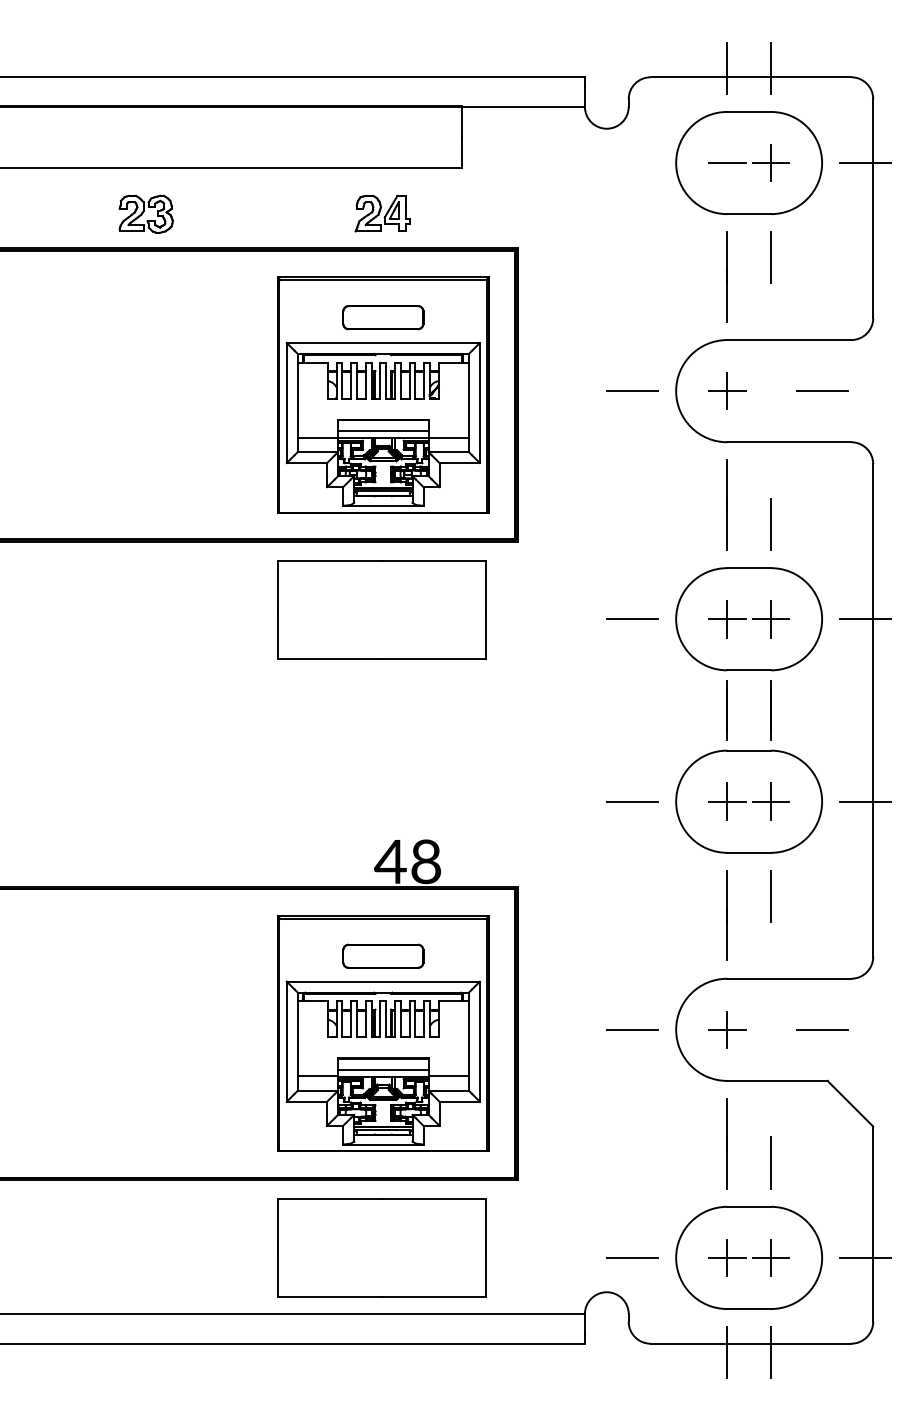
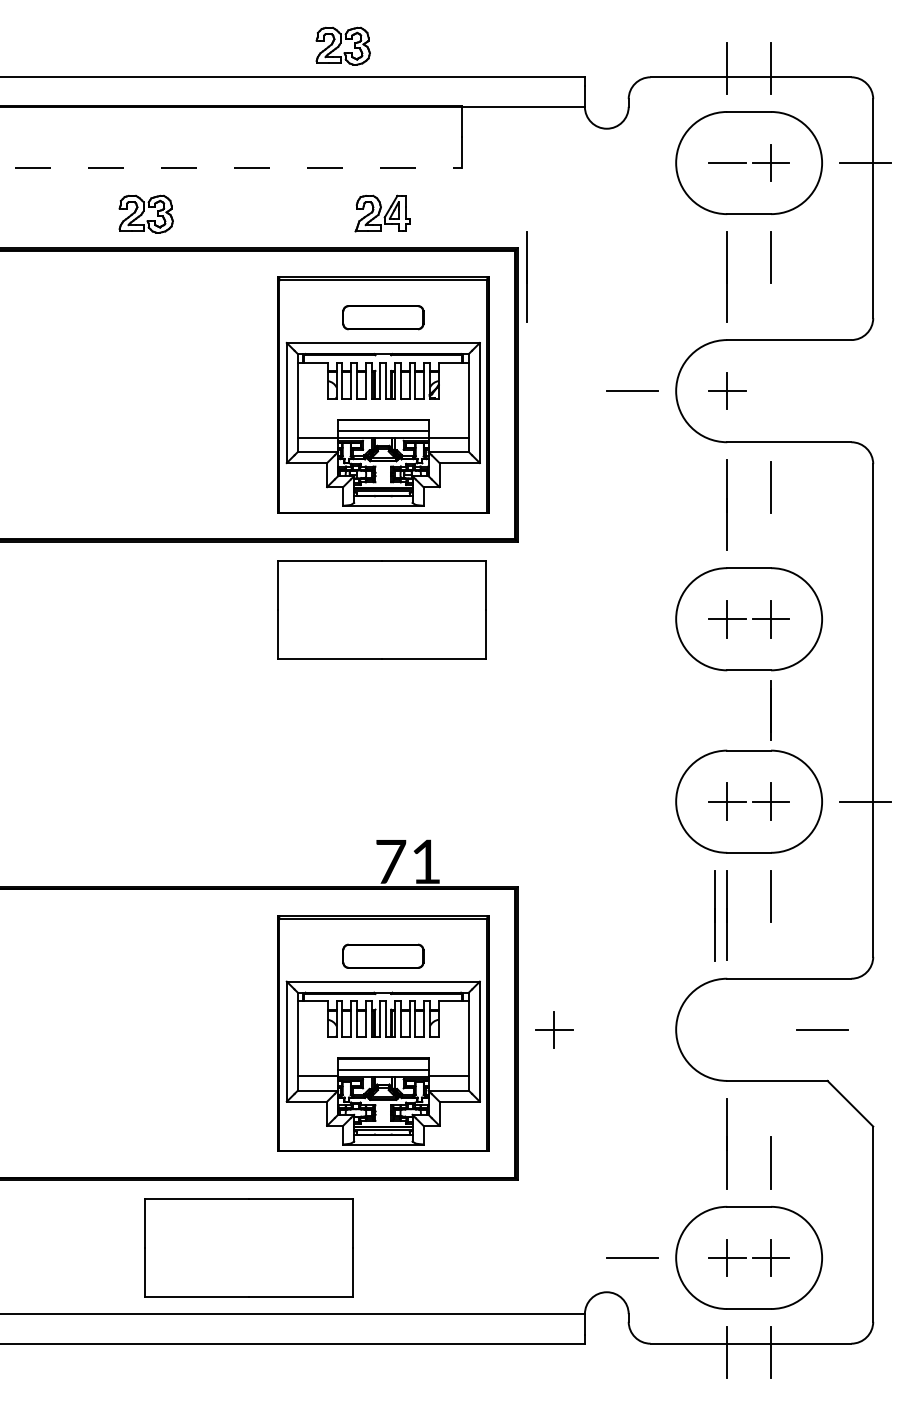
part at (342, 45): none -> present
line at (231, 167): solid -> dashed
line at (526, 276): none -> present
line at (822, 390): present -> none
line at (770, 524) position: (770, 524) -> (770, 487)
line at (631, 619): present -> none
line at (865, 619): present -> none
line at (726, 710): present -> none
line at (631, 801): present -> none
text at (407, 861): 48 -> 71
line at (714, 915): none -> present
line at (631, 1029): present -> none
part at (727, 1029) position: (727, 1029) -> (554, 1029)
part at (381, 1247) position: (381, 1247) -> (248, 1247)
line at (865, 1257): present -> none
